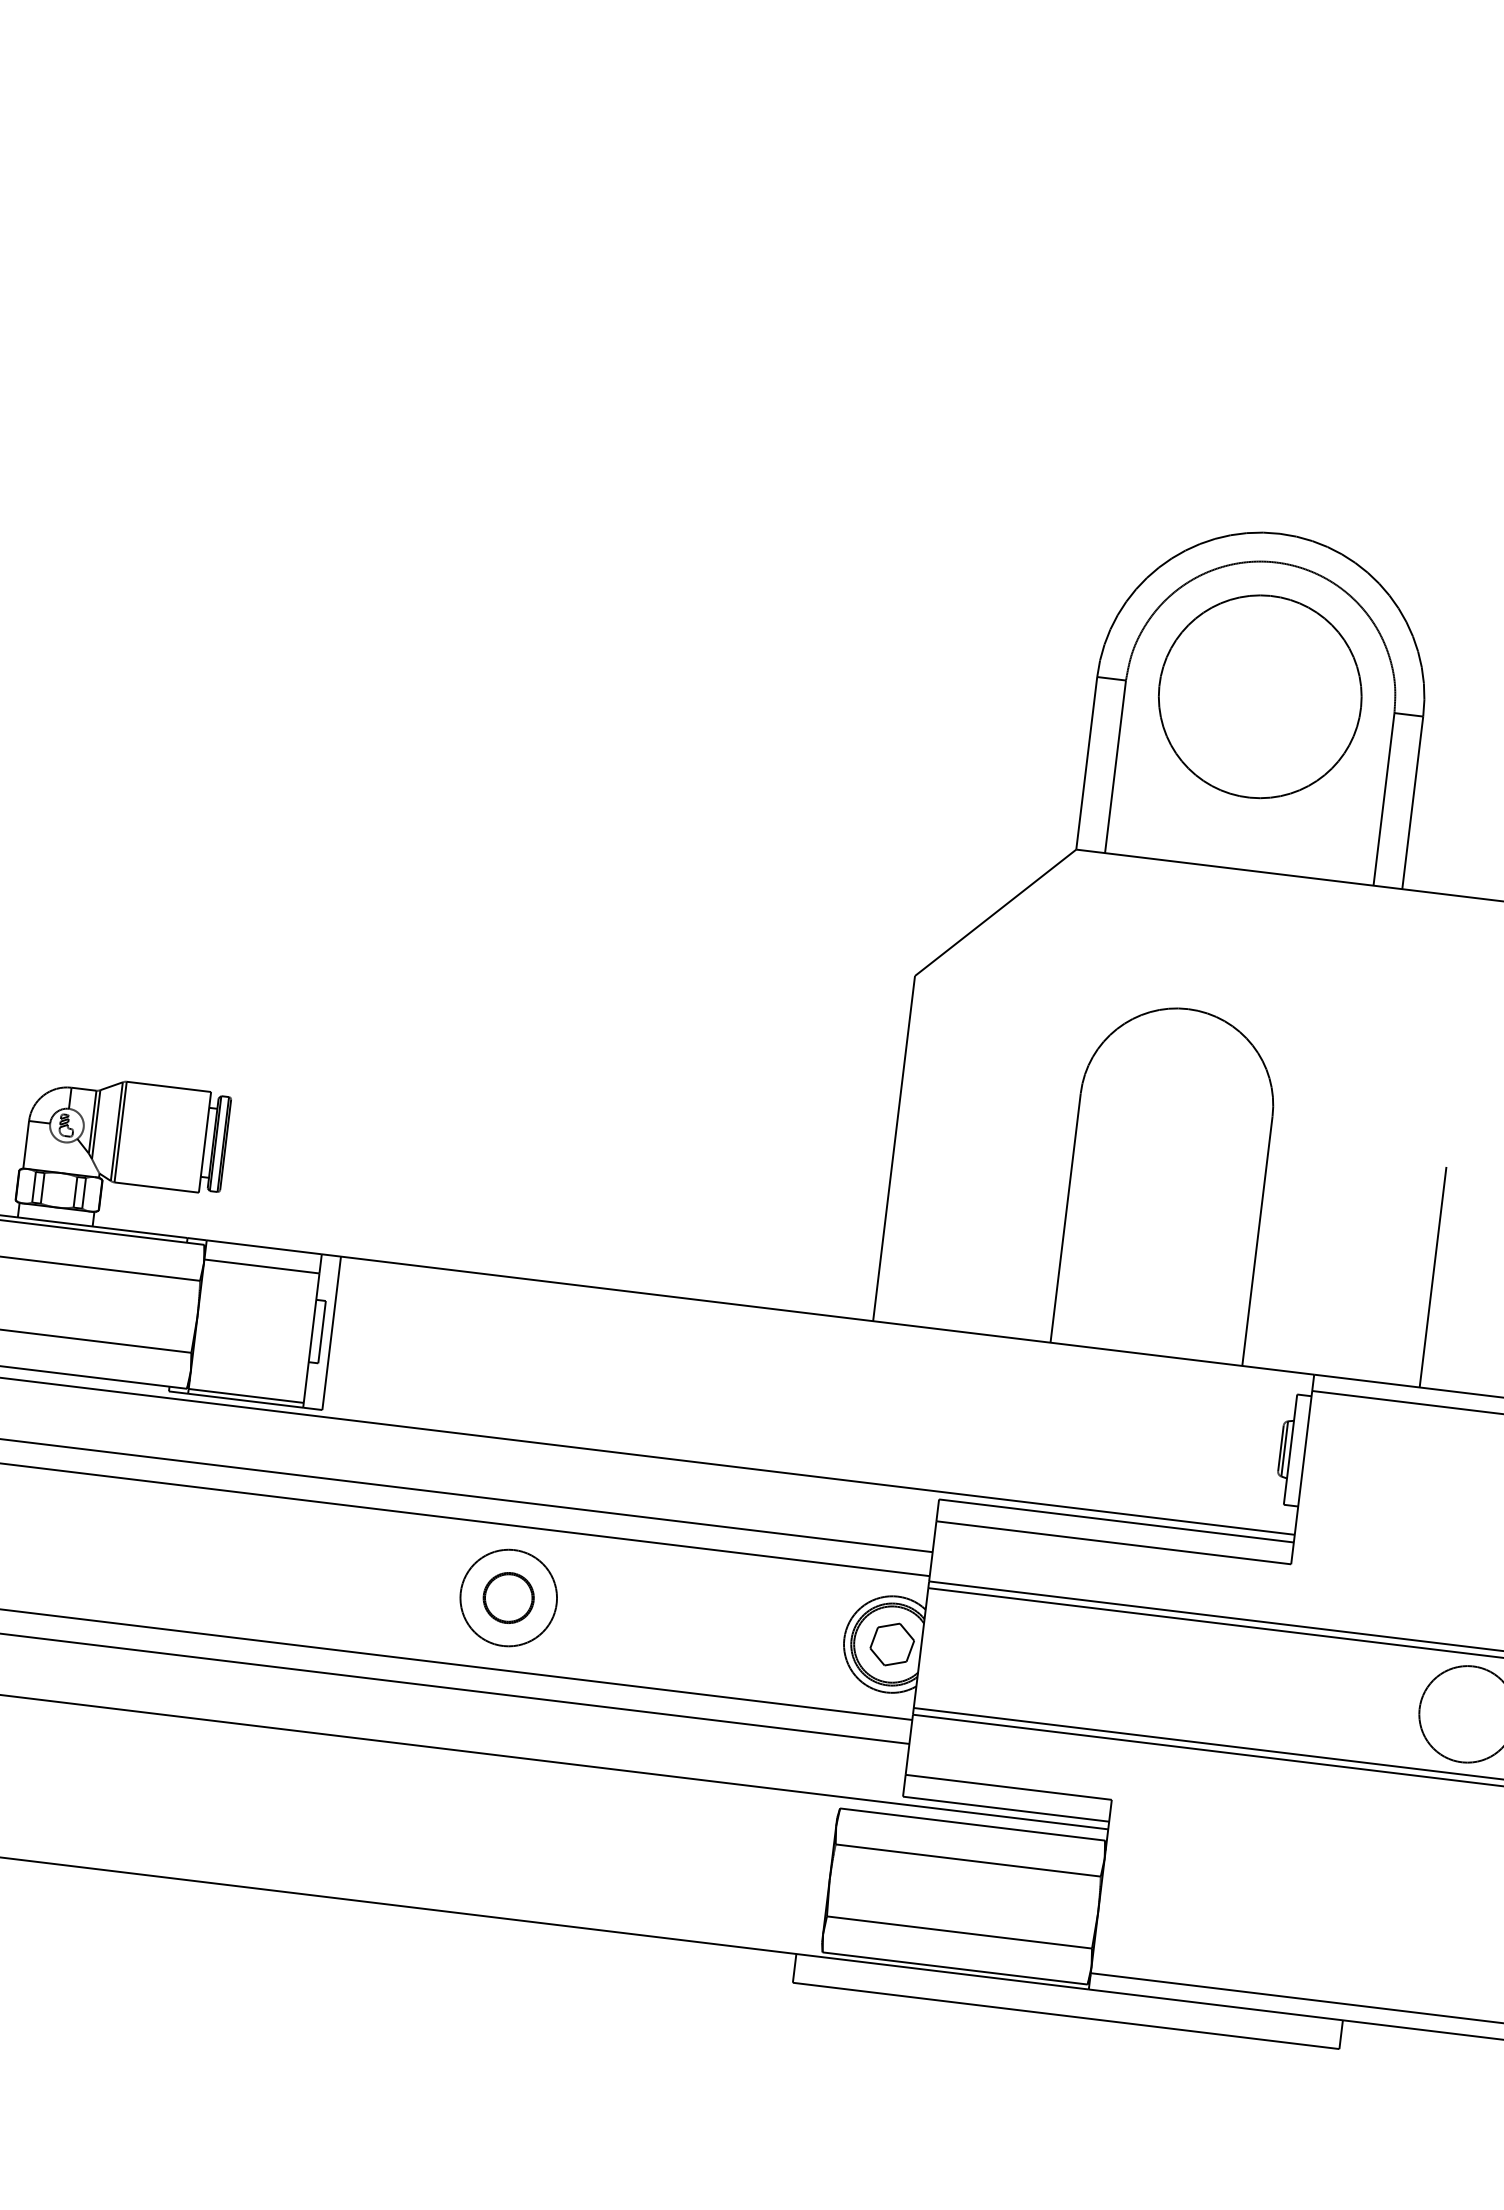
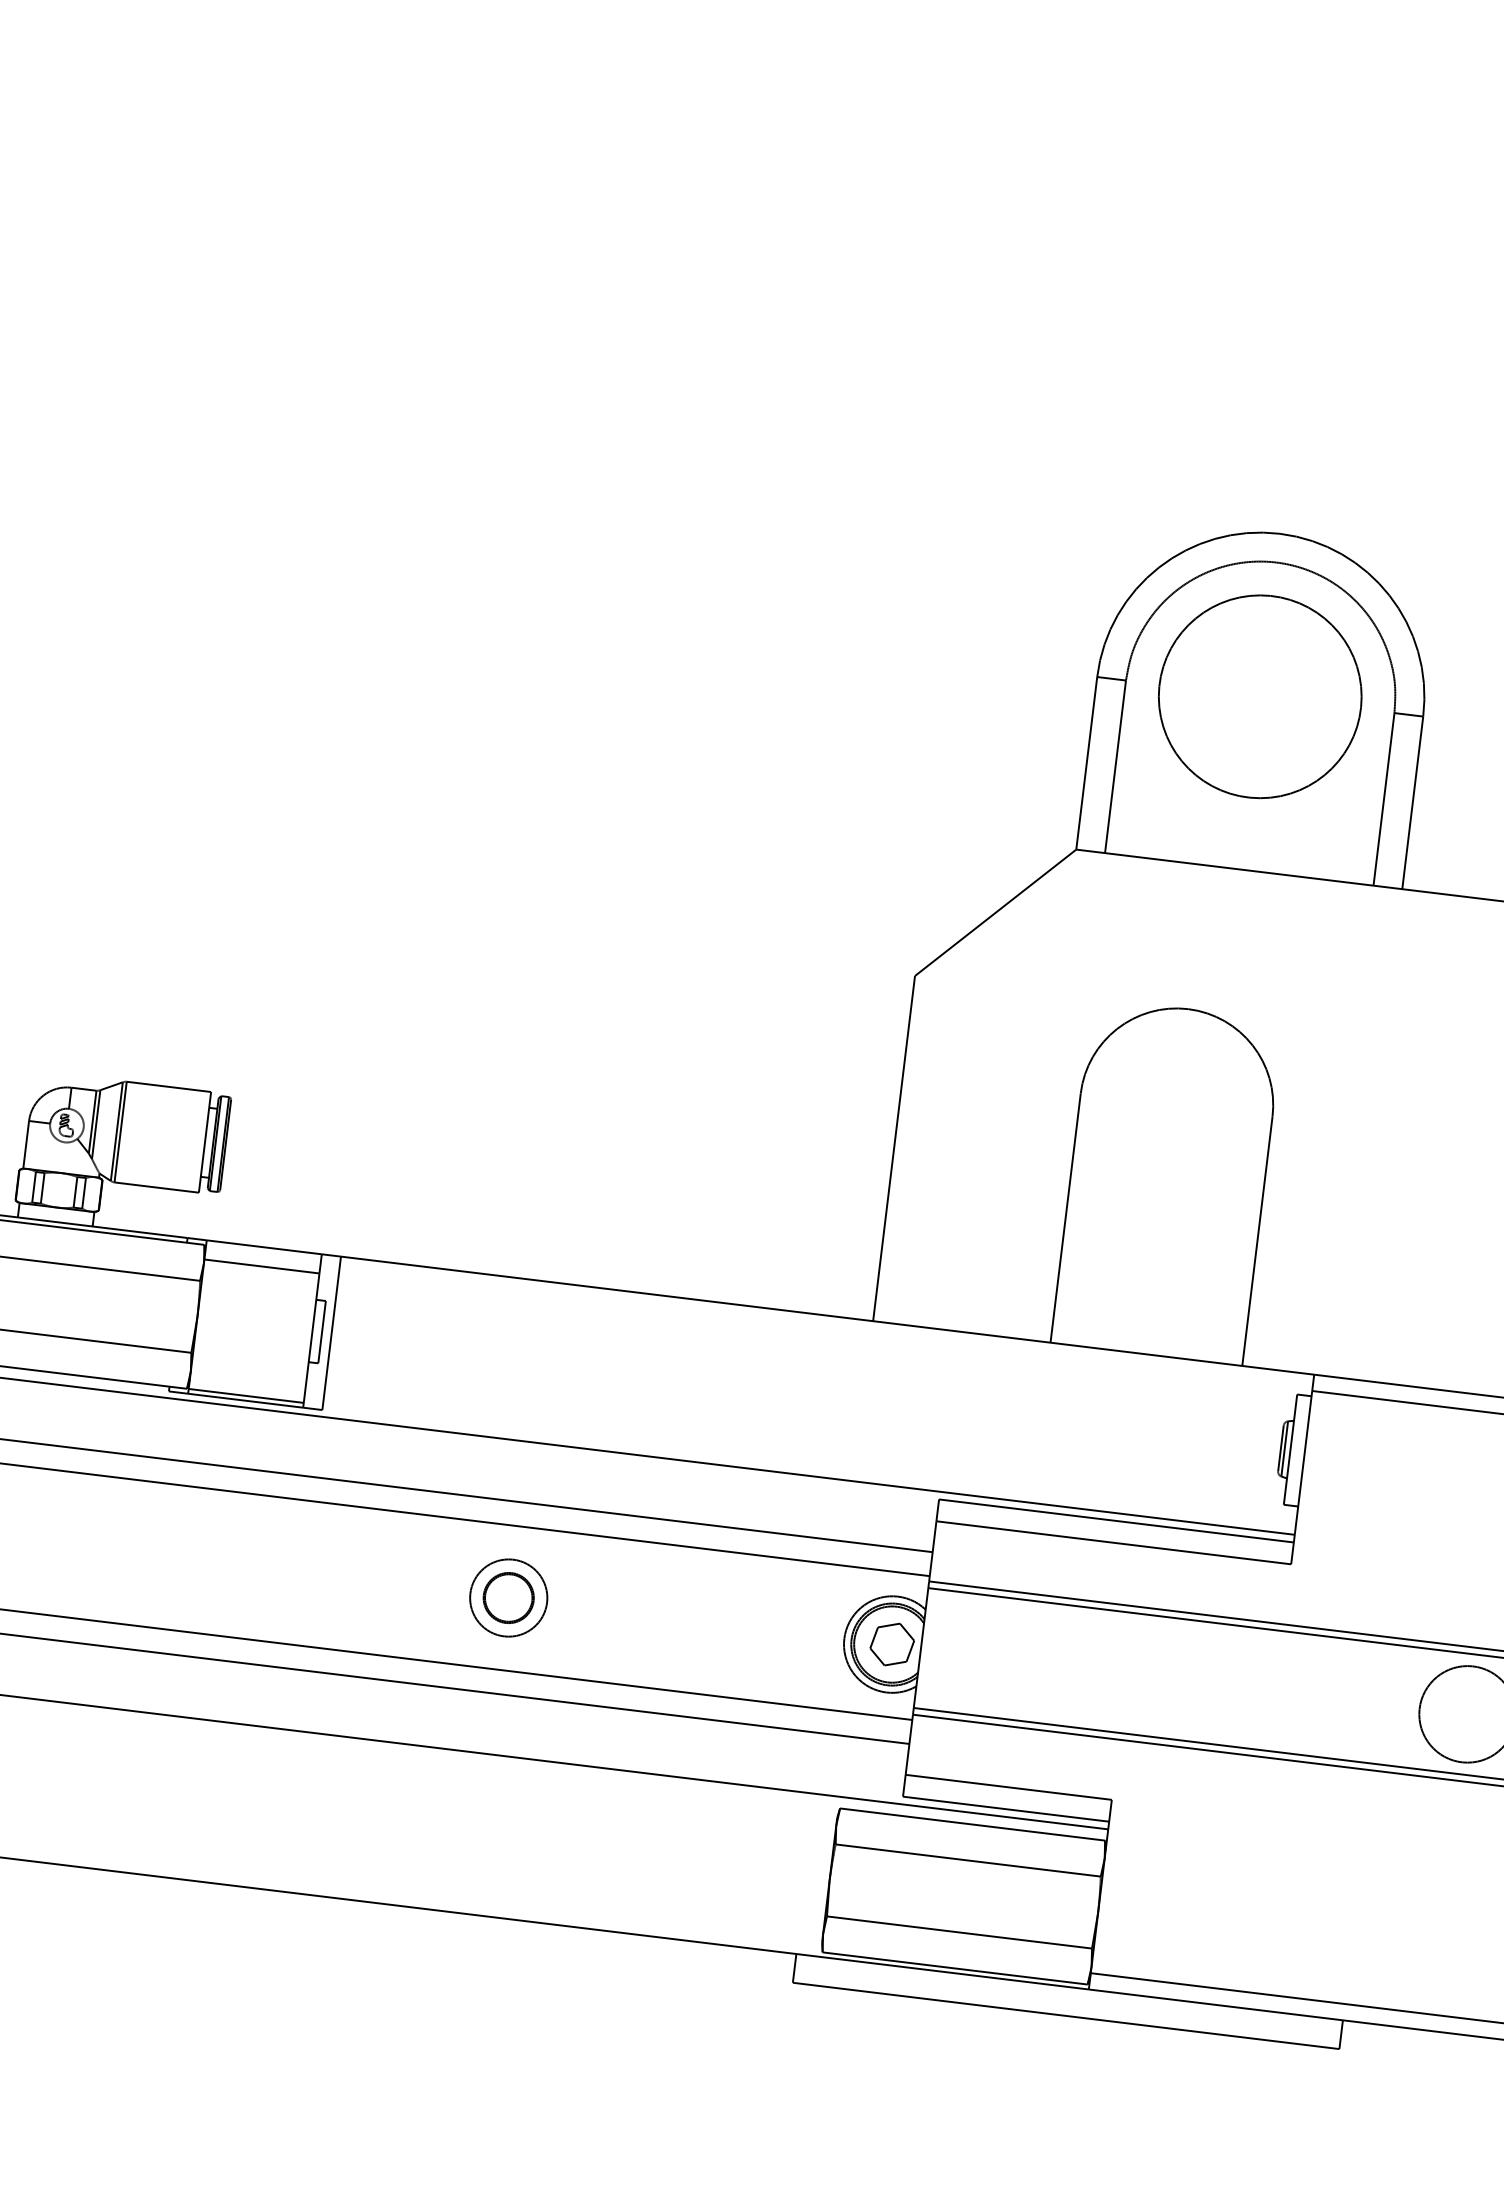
line at (1432, 1276): present -> none
circle at (508, 1597) diameter: 97 px -> 77 px
